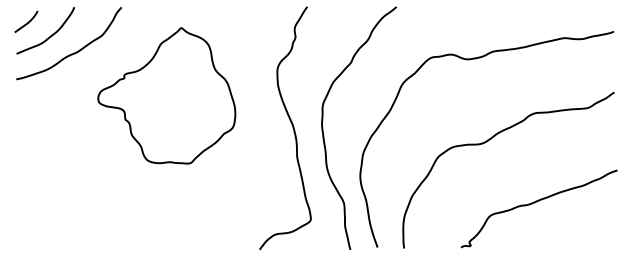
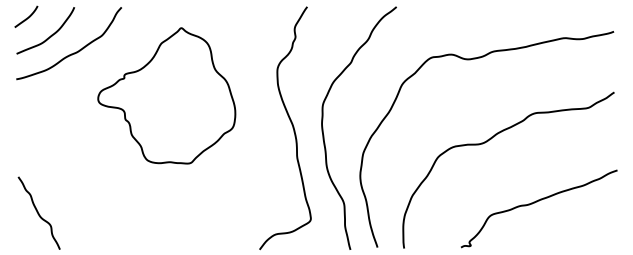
curve at (27, 22) position: (27, 22) -> (27, 17)
curve at (38, 212): none -> present
